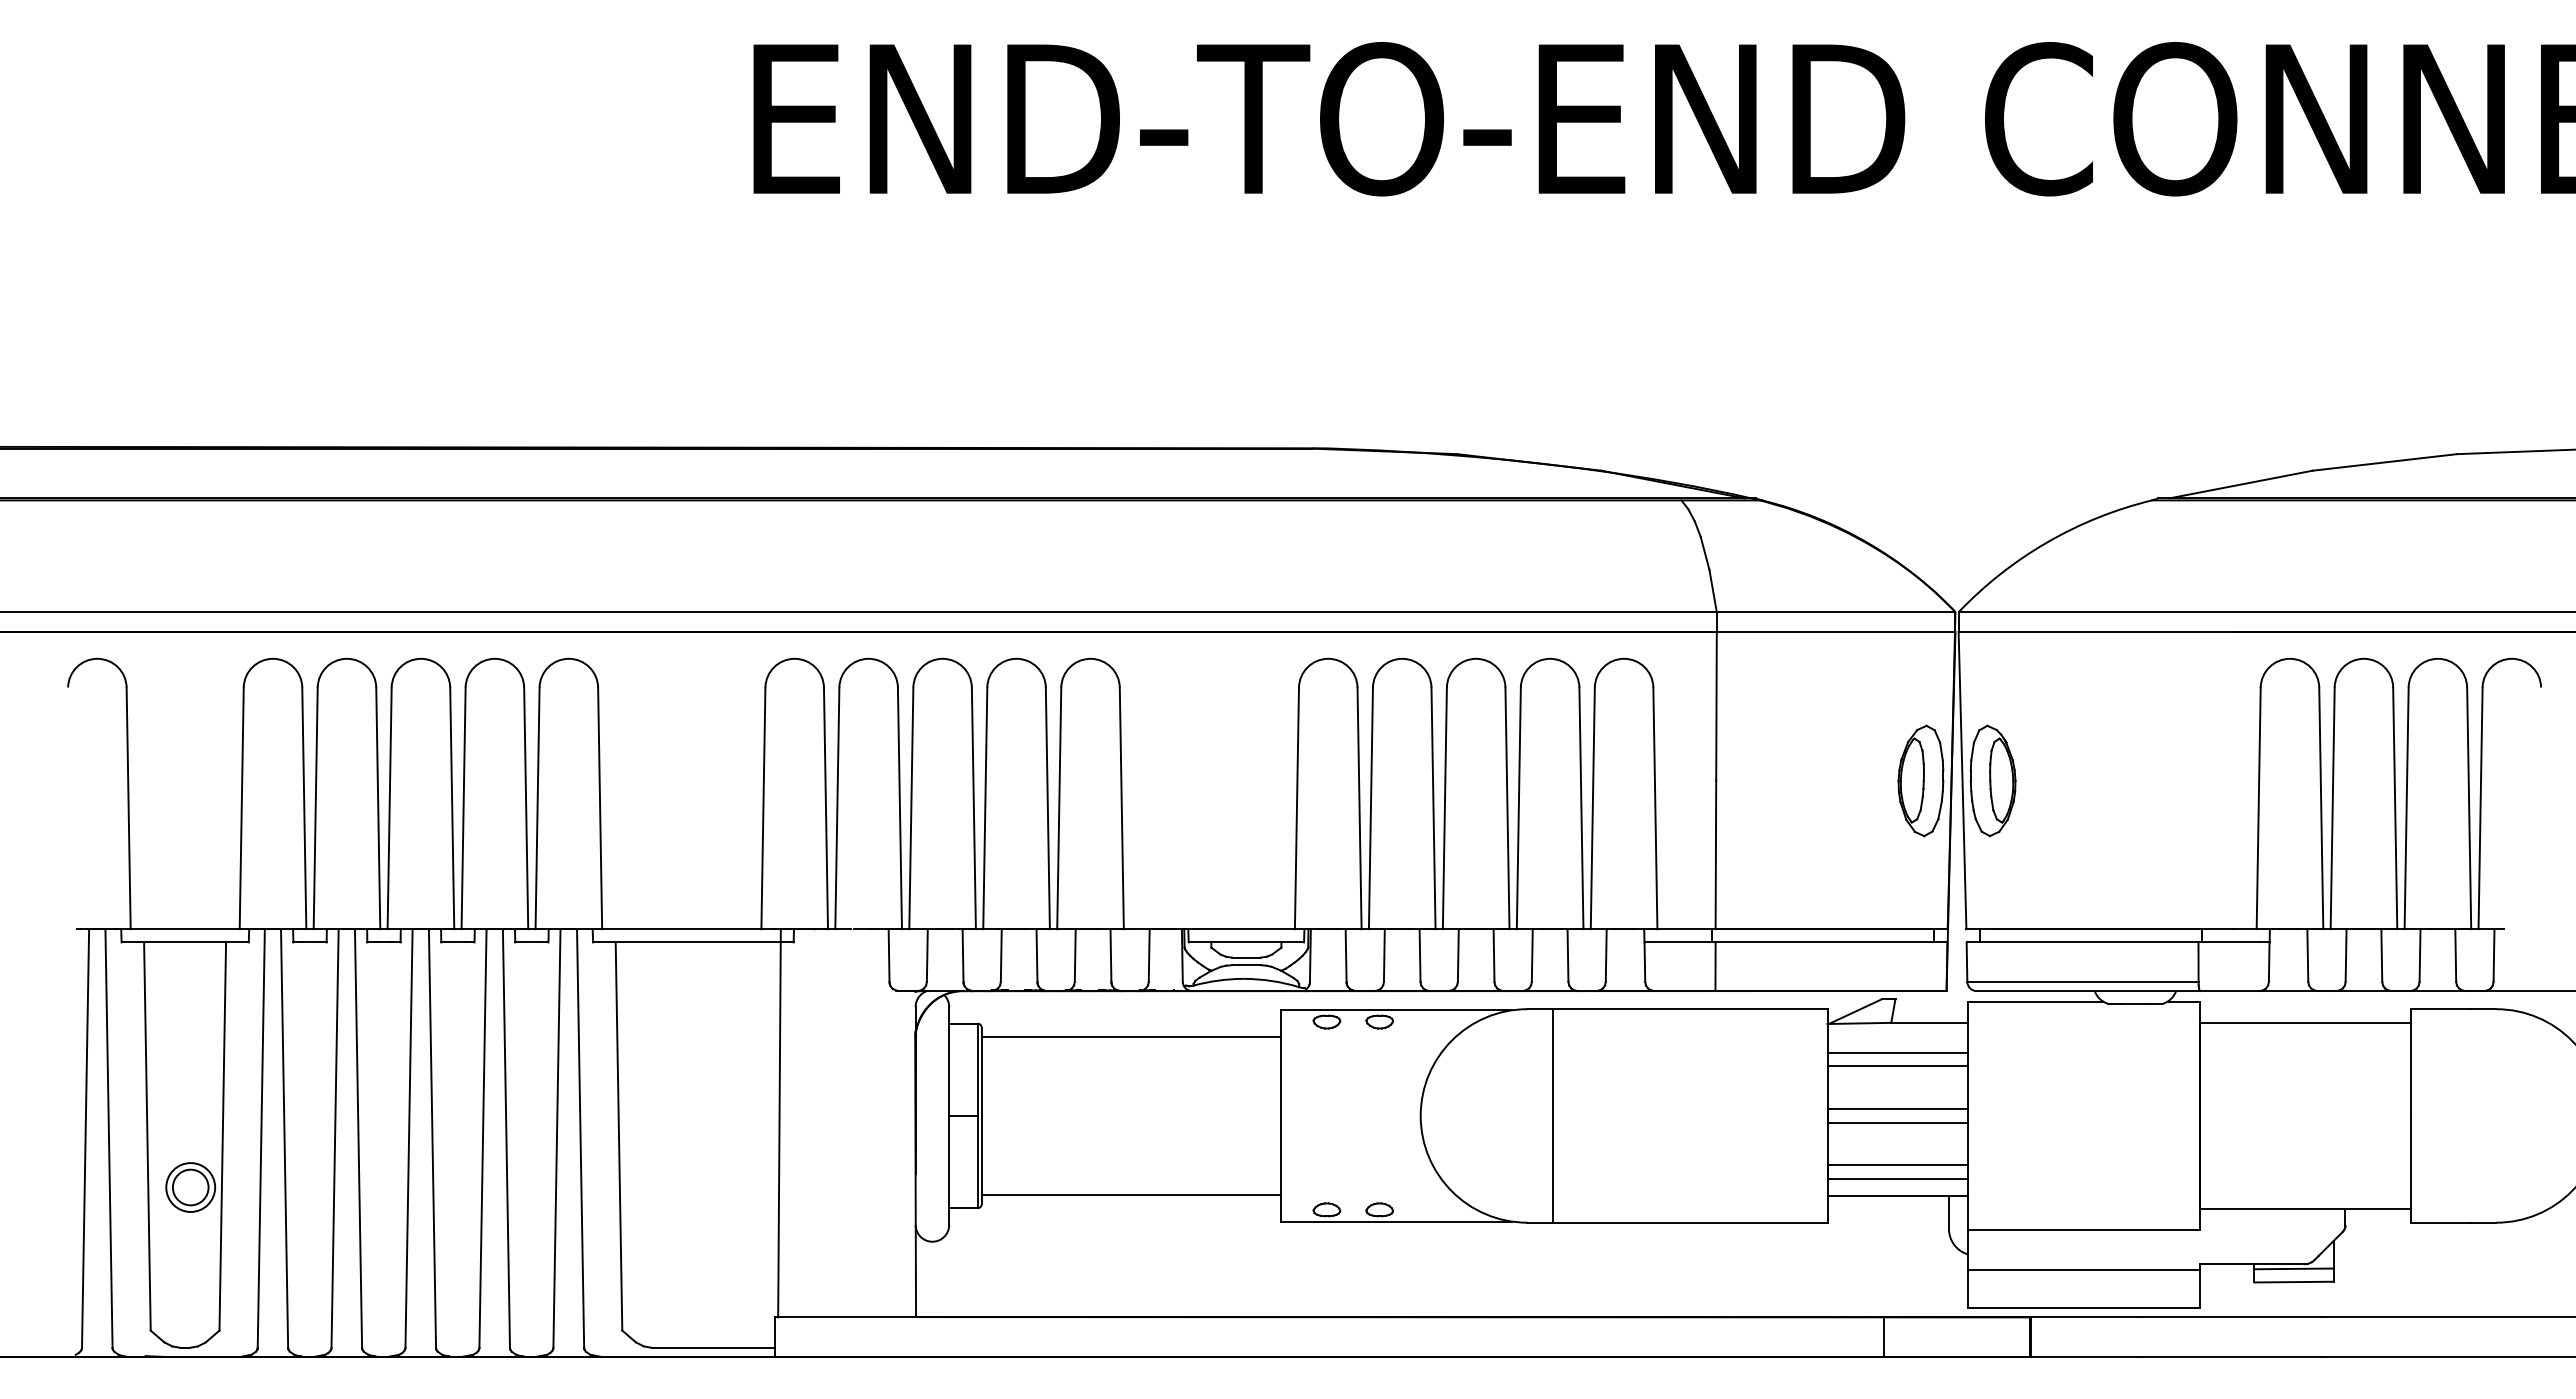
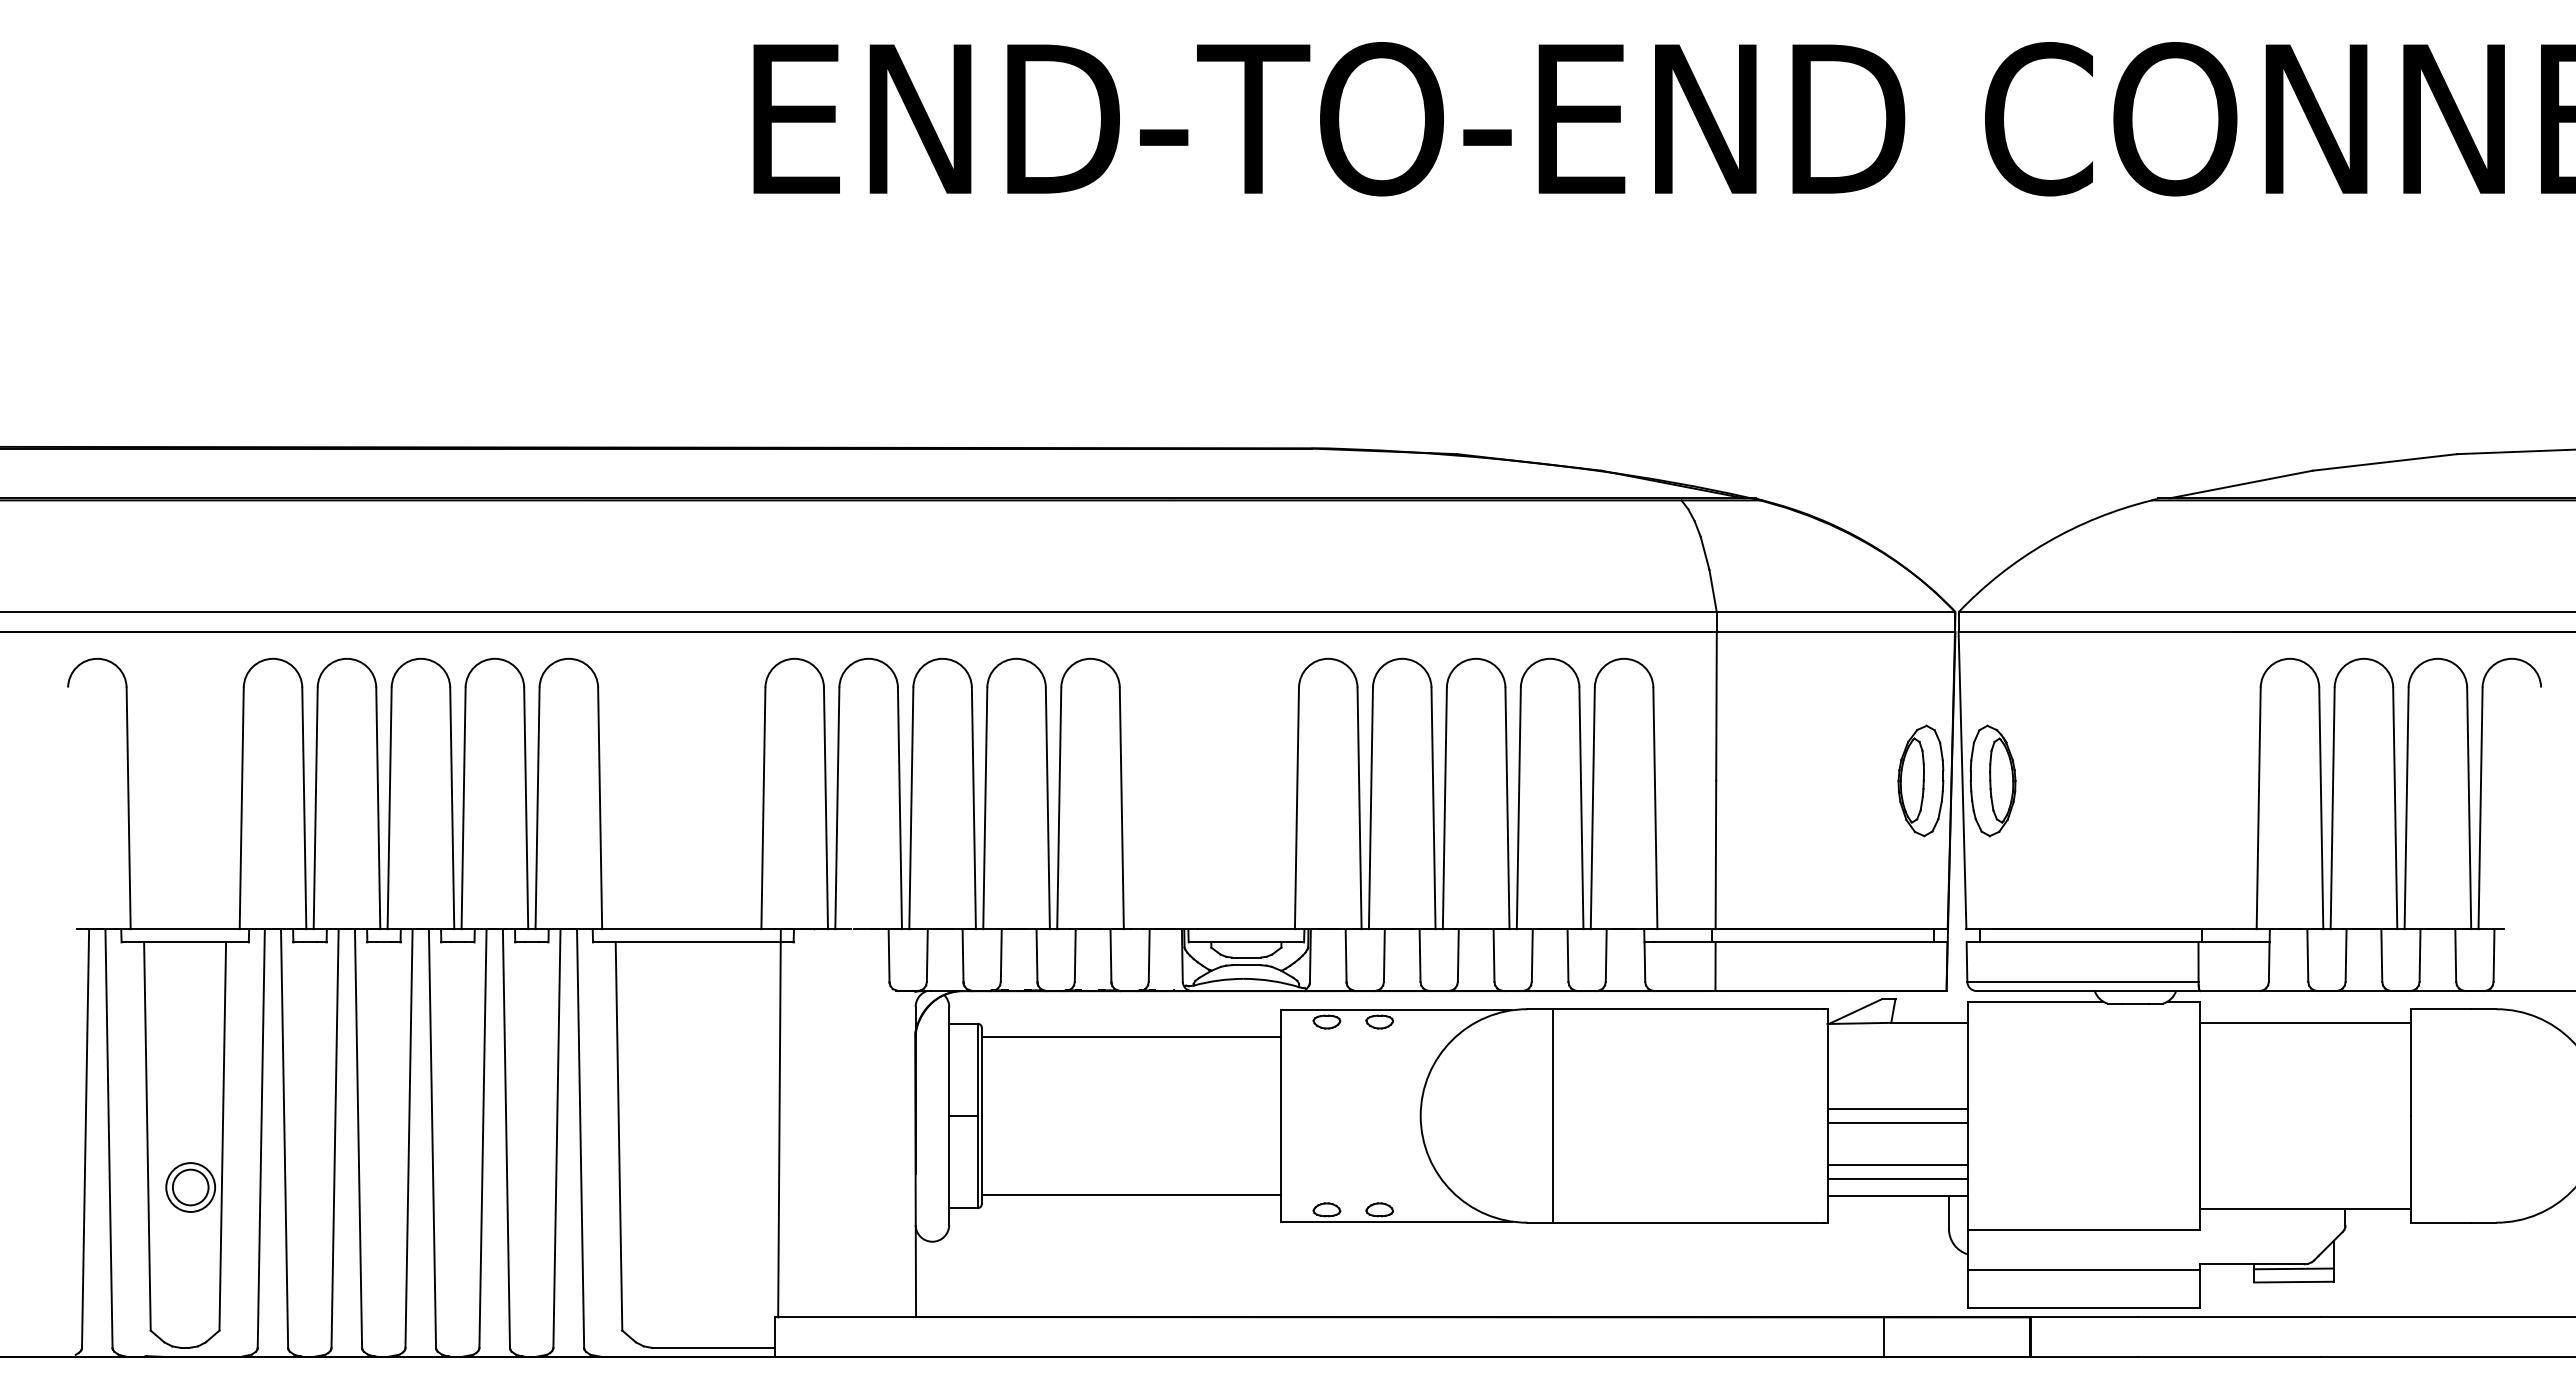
line at (1897, 1053): present -> none
line at (1897, 1066): present -> none
